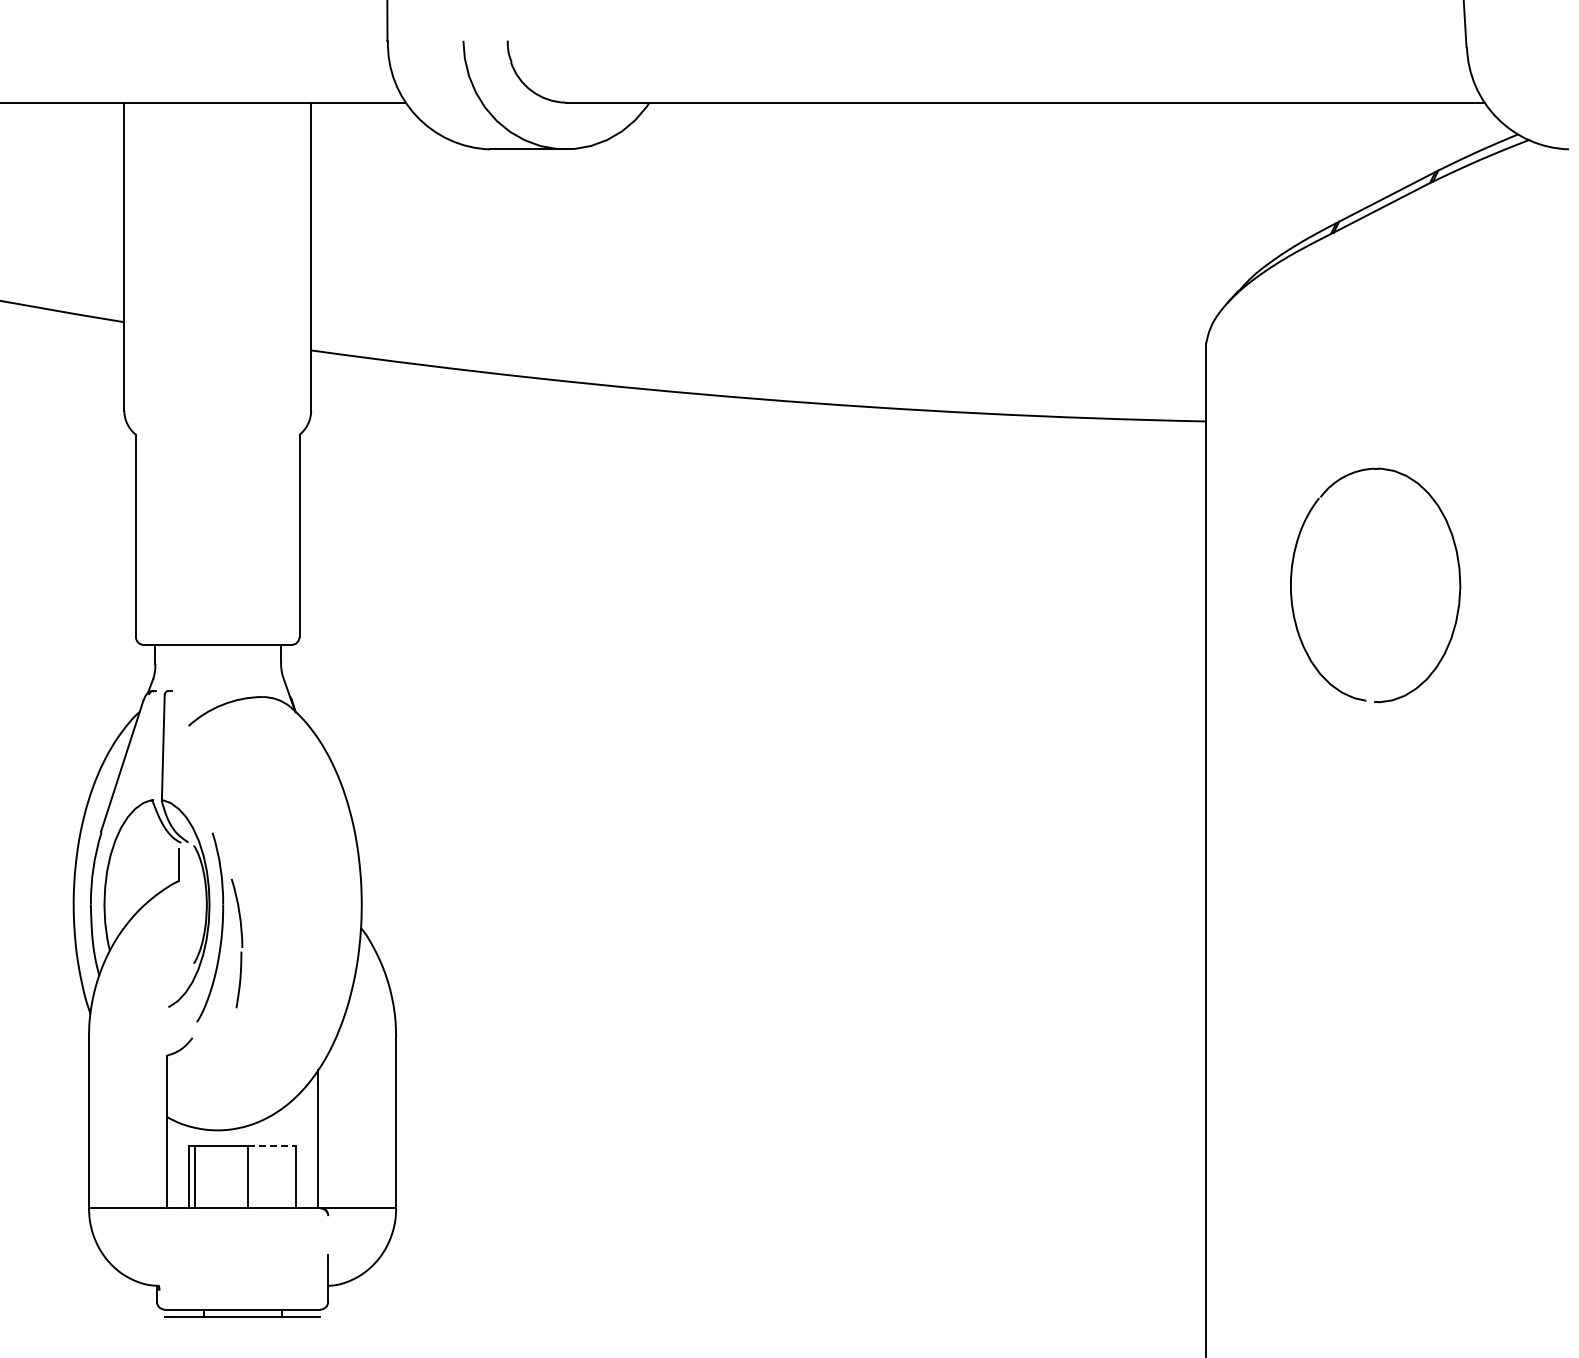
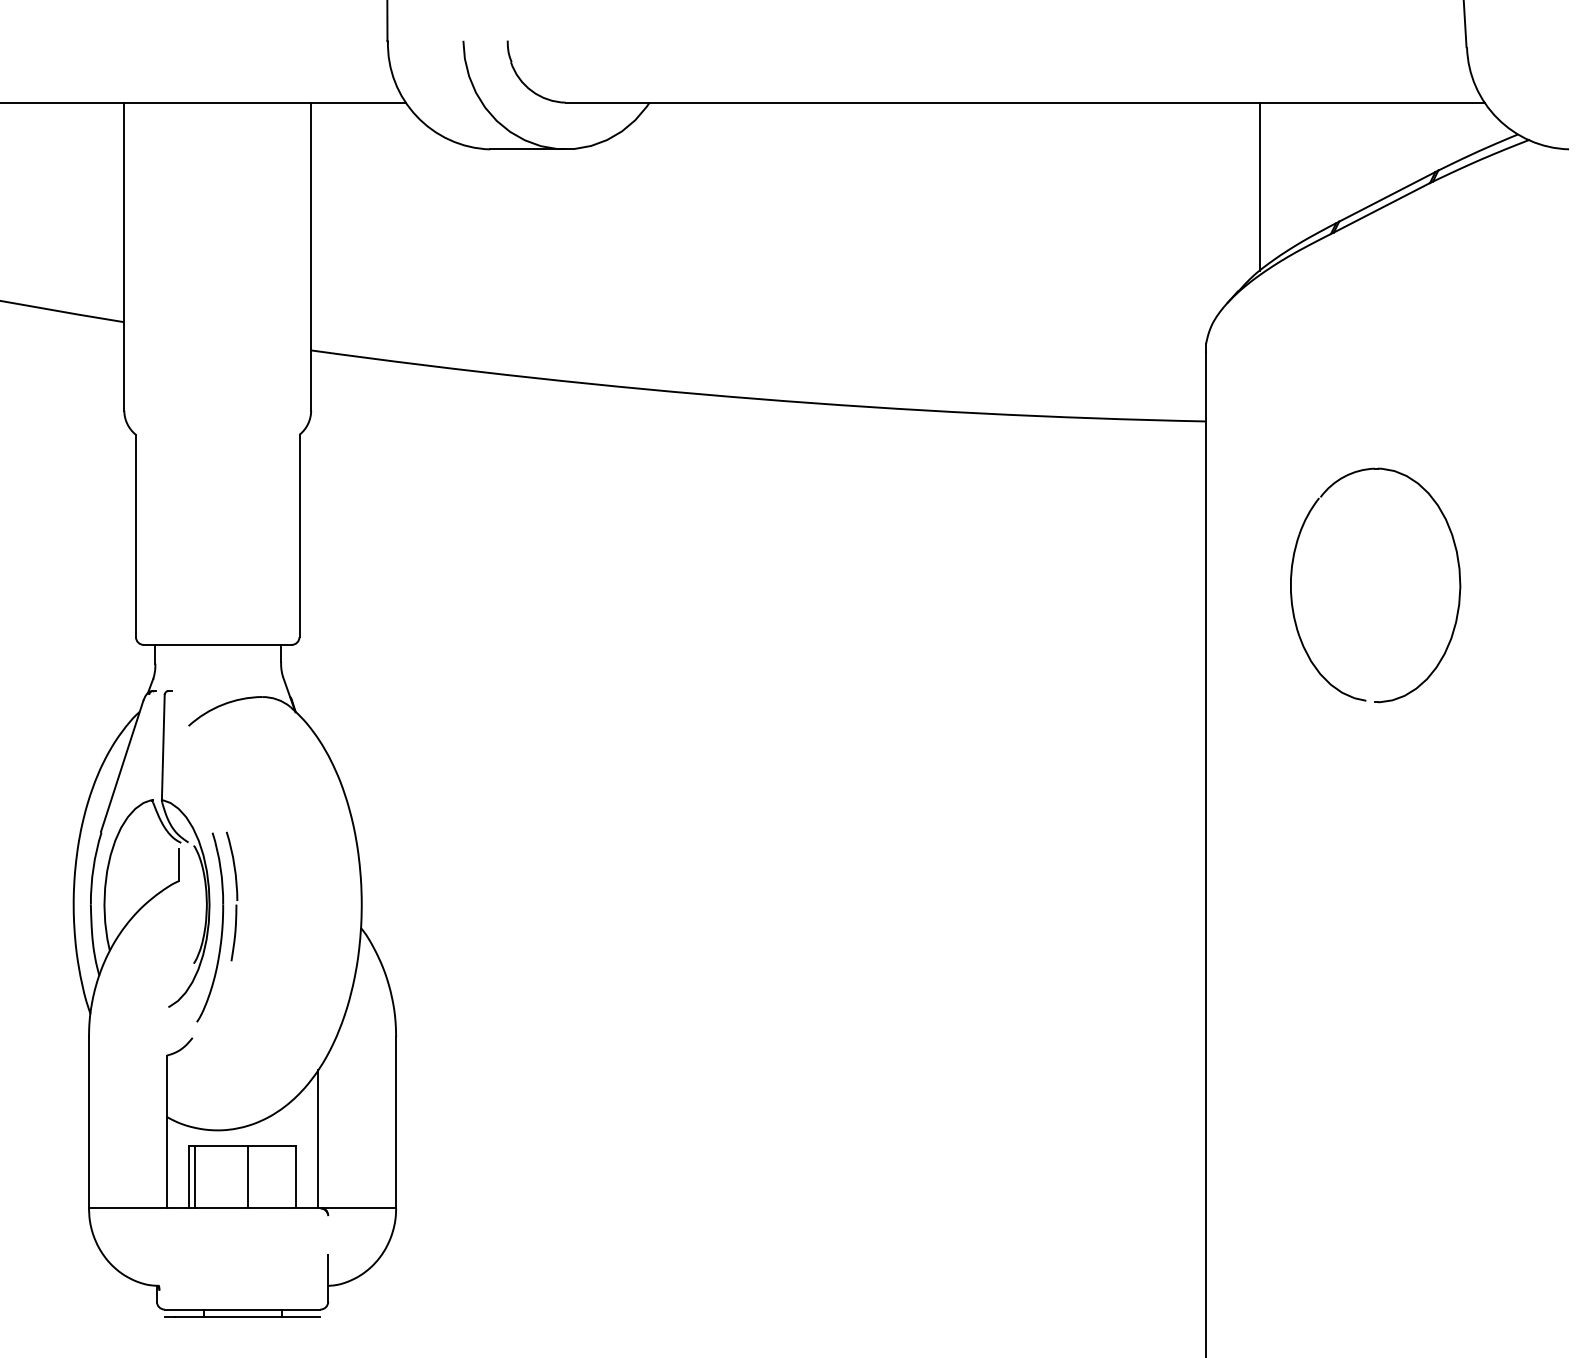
line at (1259, 186): none -> present
part at (236, 943) position: (236, 943) -> (231, 896)
line at (272, 1146): dashed -> solid
